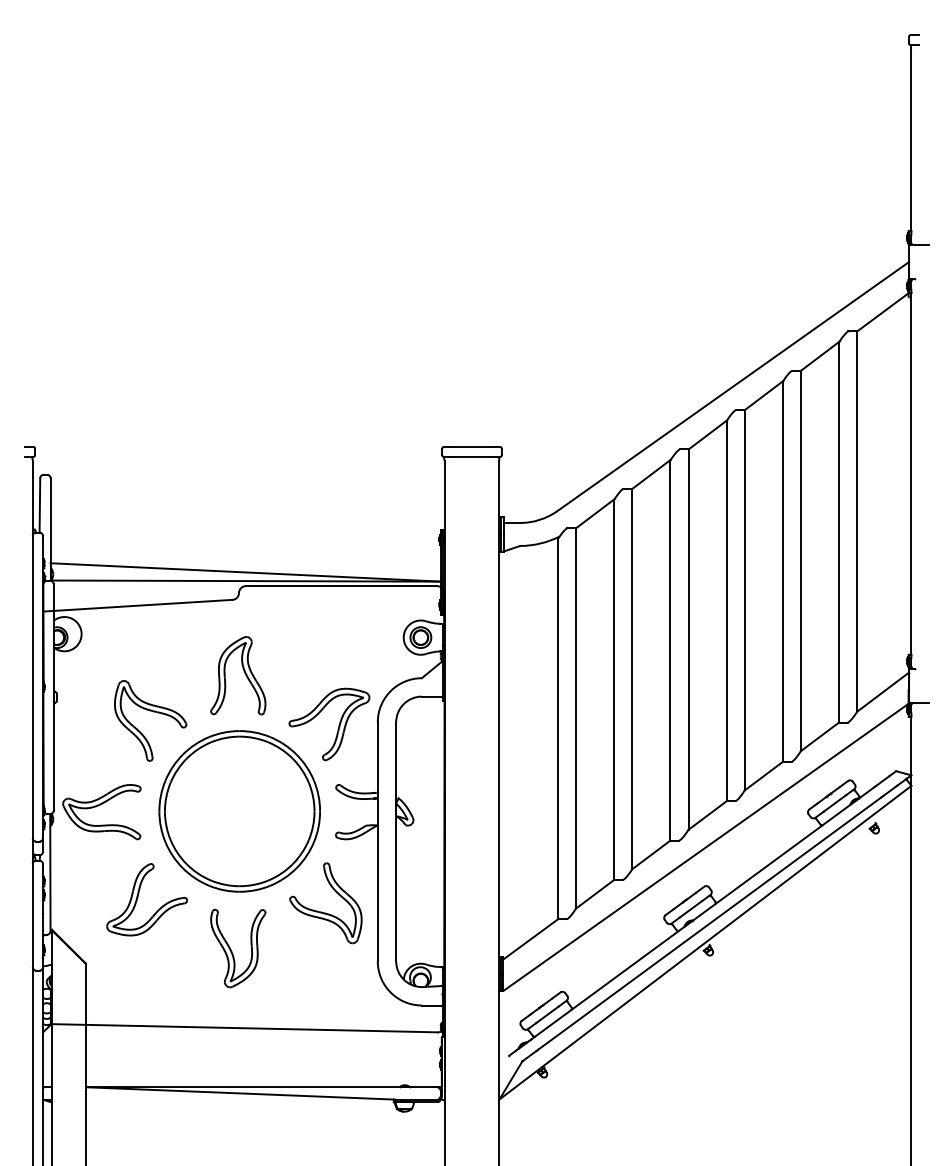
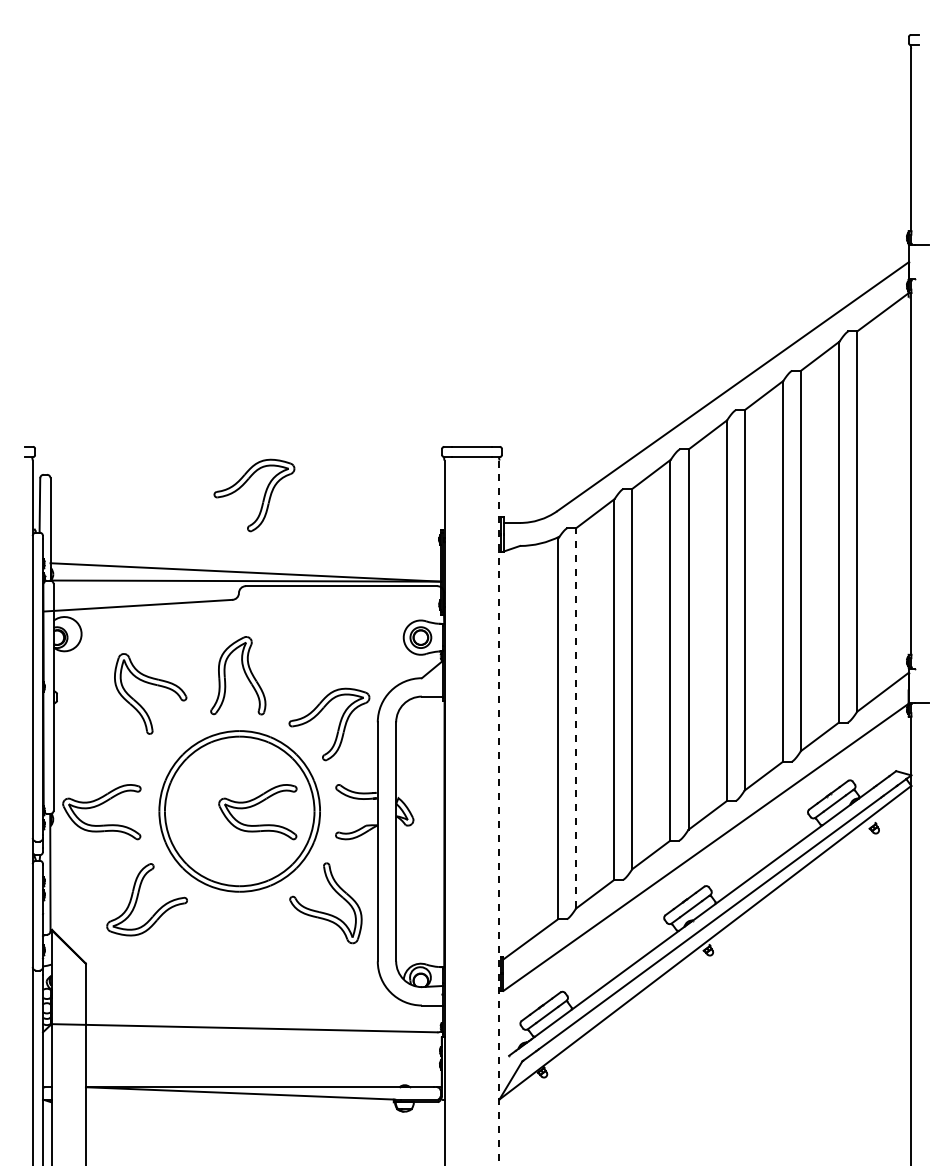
part at (263, 496): none -> present
part at (153, 712) position: (153, 712) -> (153, 685)
line at (576, 717): solid -> dashed
part at (254, 806): none -> present
line at (499, 813): solid -> dashed
part at (232, 951): present -> none
